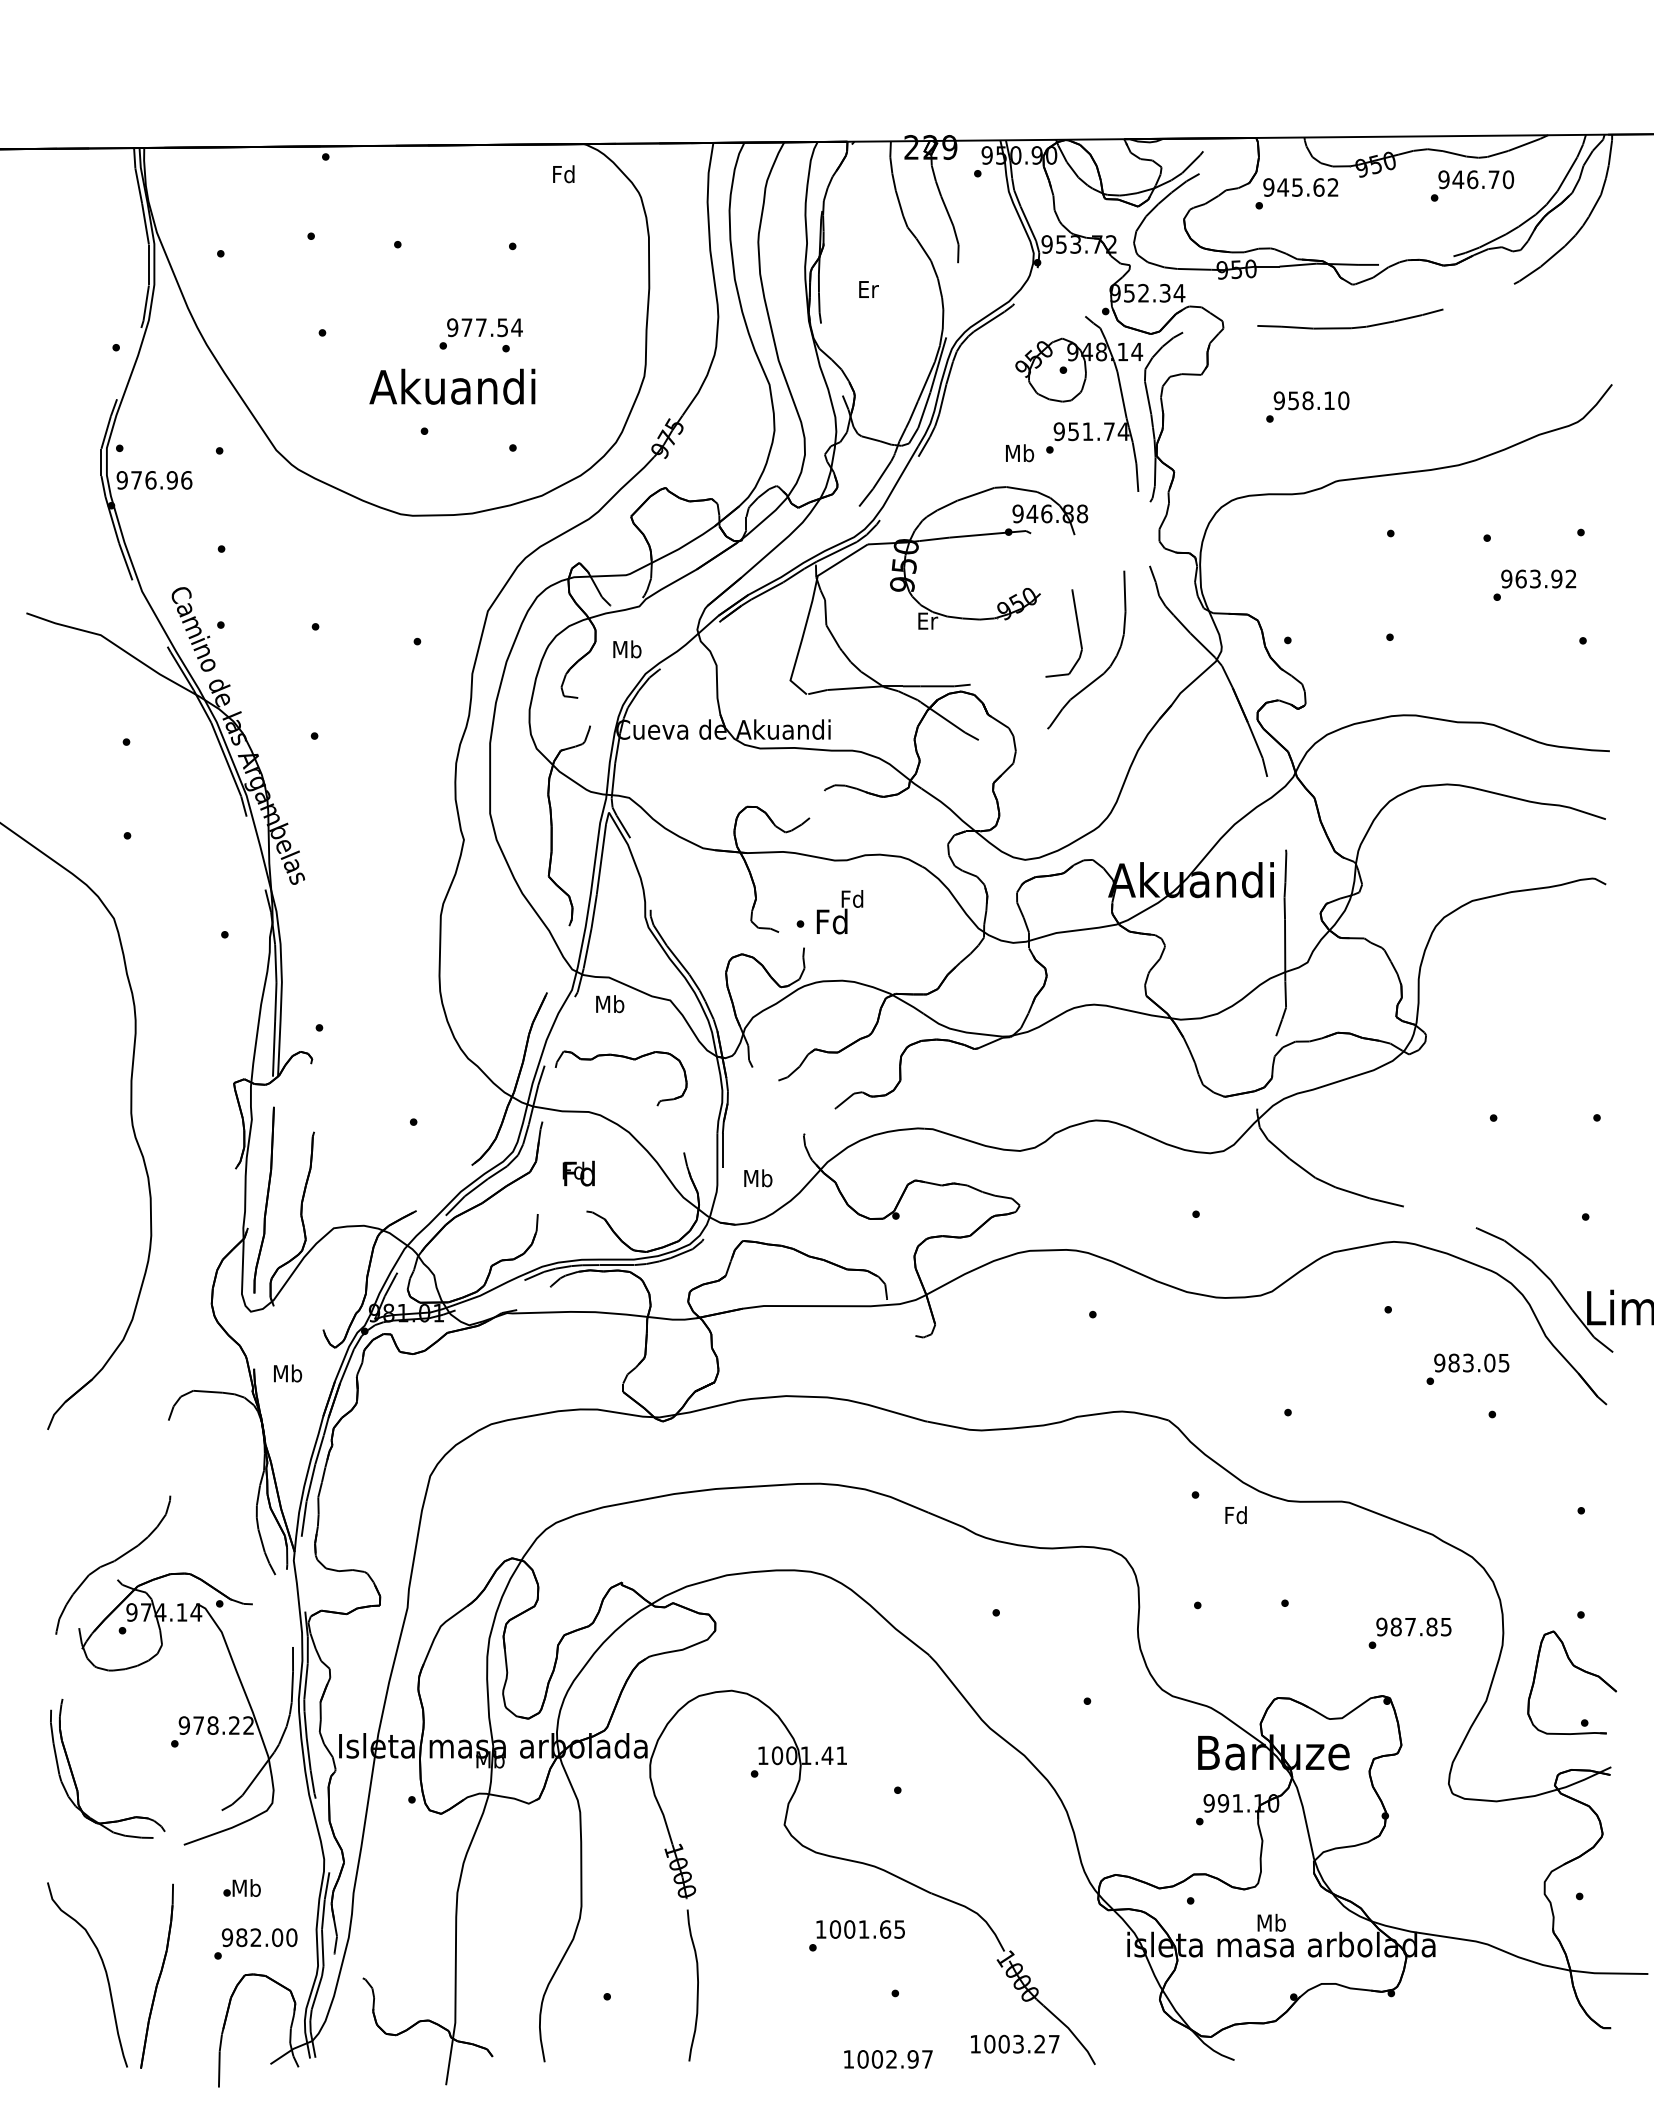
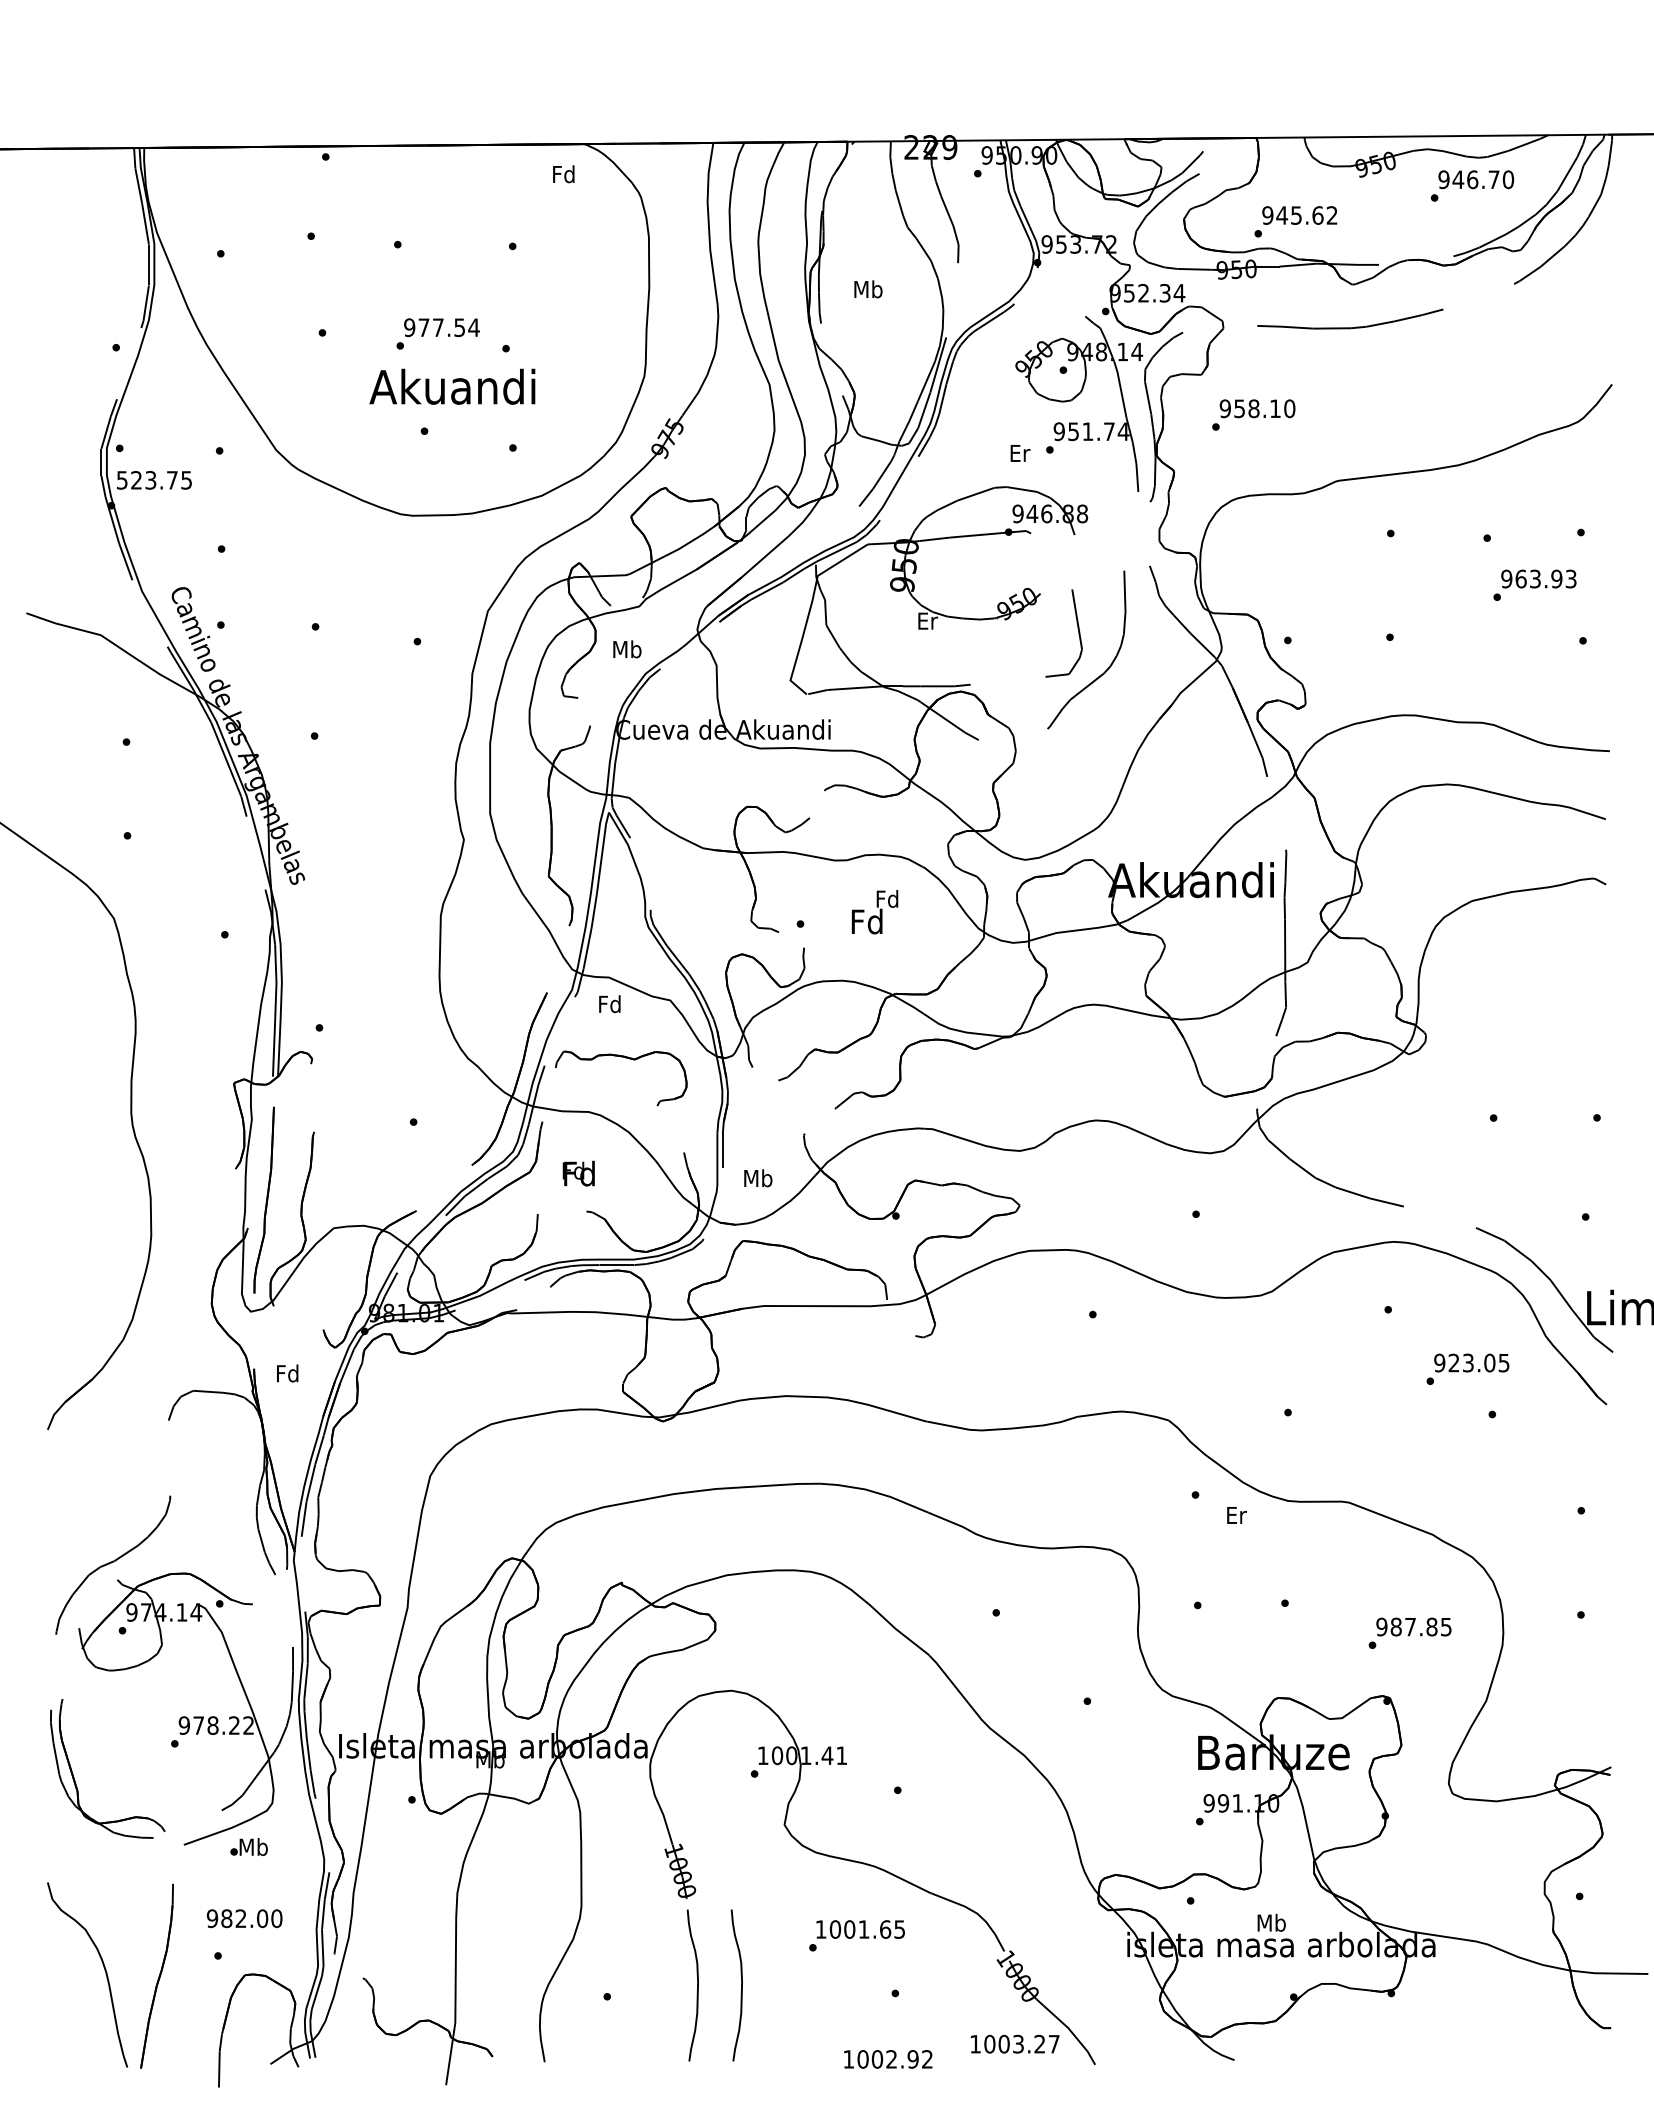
text at (1296, 193) position: (1296, 193) -> (1295, 221)
text at (868, 289): Er -> Mb
text at (480, 333) position: (480, 333) -> (437, 333)
text at (1307, 406) position: (1307, 406) -> (1253, 414)
text at (1020, 453): Mb -> Er
text at (154, 480): 976.96 -> 523.75
text at (1570, 579): 963.92 -> 963.93
text at (839, 912) position: (839, 912) -> (874, 912)
text at (610, 1004): Mb -> Fd
text at (1453, 1362): 983.05 -> 923.05
text at (288, 1373): Mb -> Fd
text at (1235, 1515): Fd -> Er
part at (1578, 1669): present -> none
text at (241, 1887) position: (241, 1887) -> (248, 1846)
text at (259, 1937) position: (259, 1937) -> (244, 1918)
curve at (741, 1985): none -> present
text at (927, 2059): 1002.97 -> 1002.92
